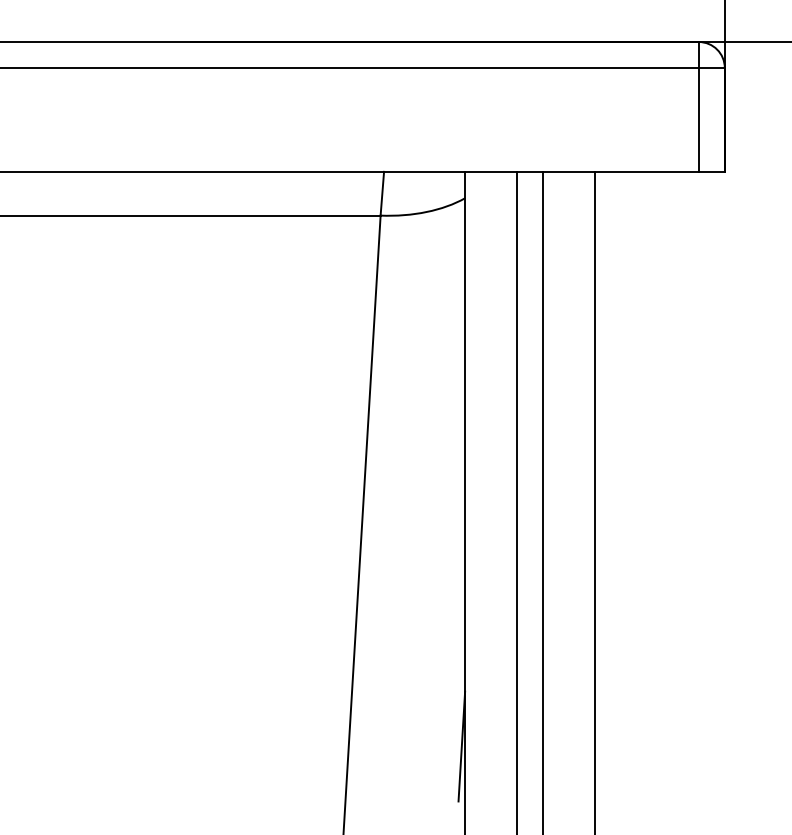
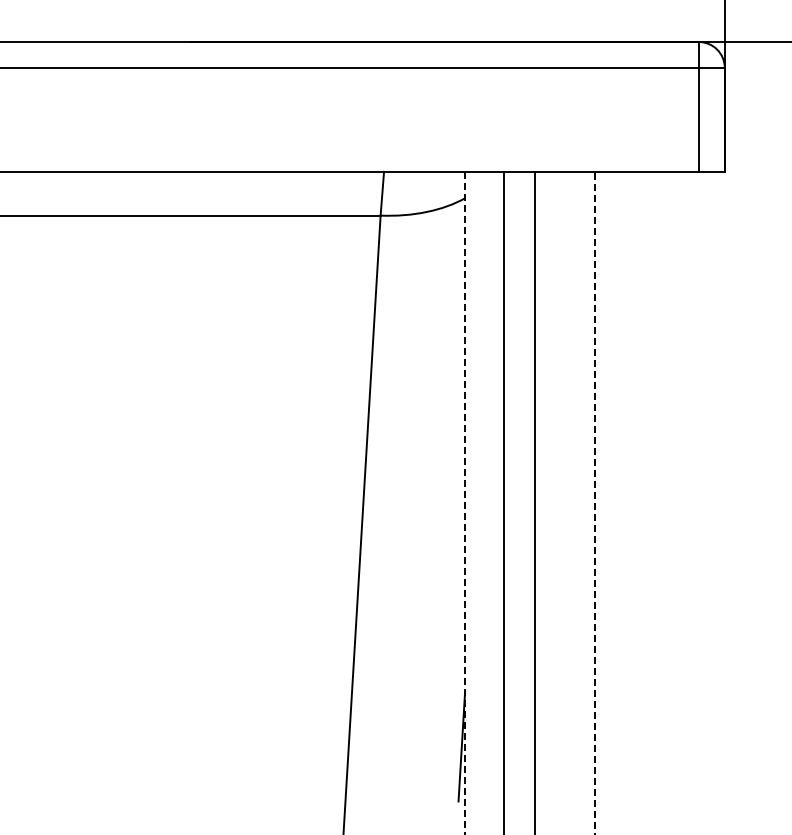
line at (517, 501) position: (517, 501) -> (504, 501)
line at (543, 501) position: (543, 501) -> (535, 501)
line at (594, 502): solid -> dashed
line at (465, 503): solid -> dashed
